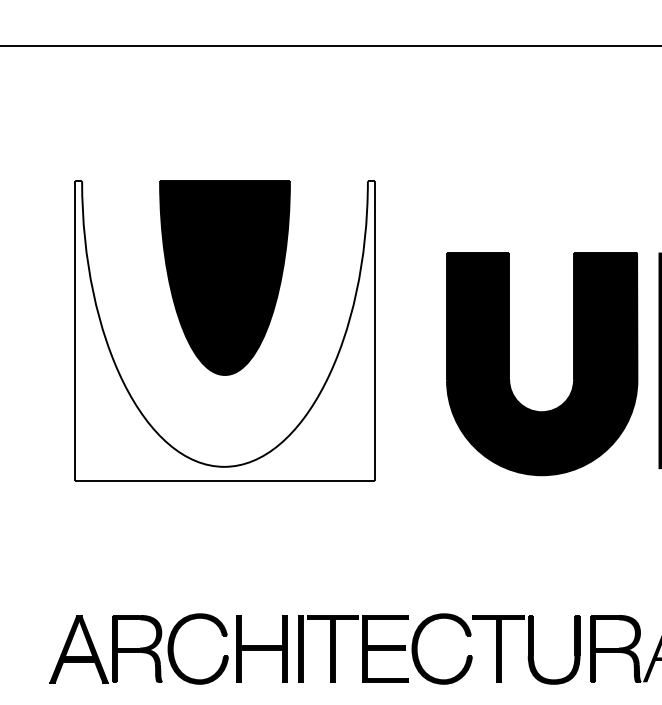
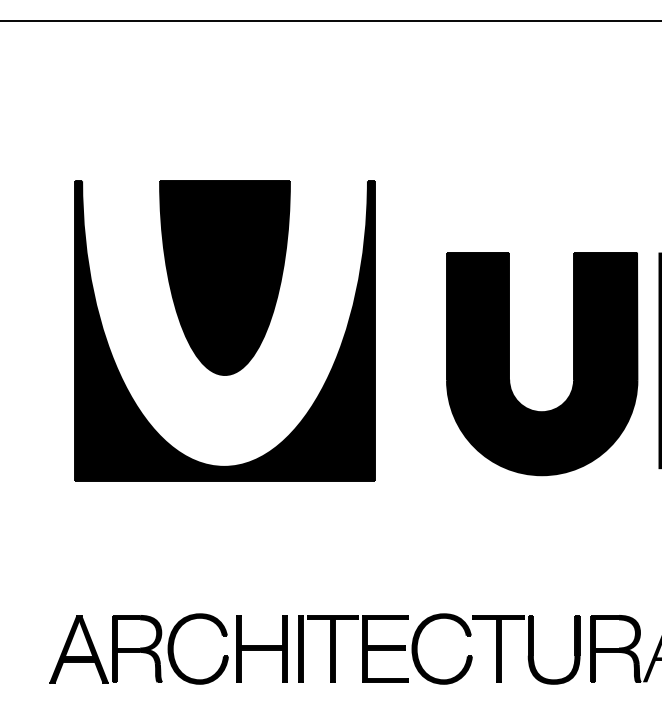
line at (330, 46) position: (330, 46) -> (330, 21)
fill at (224, 330): none -> present
